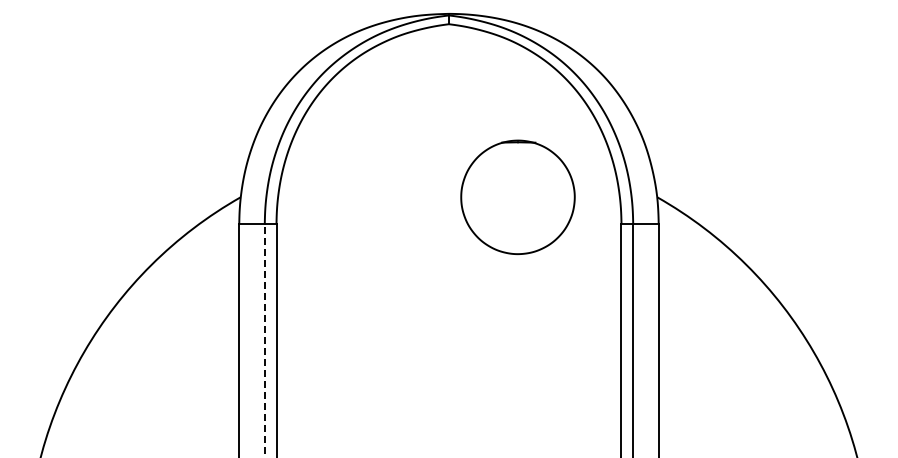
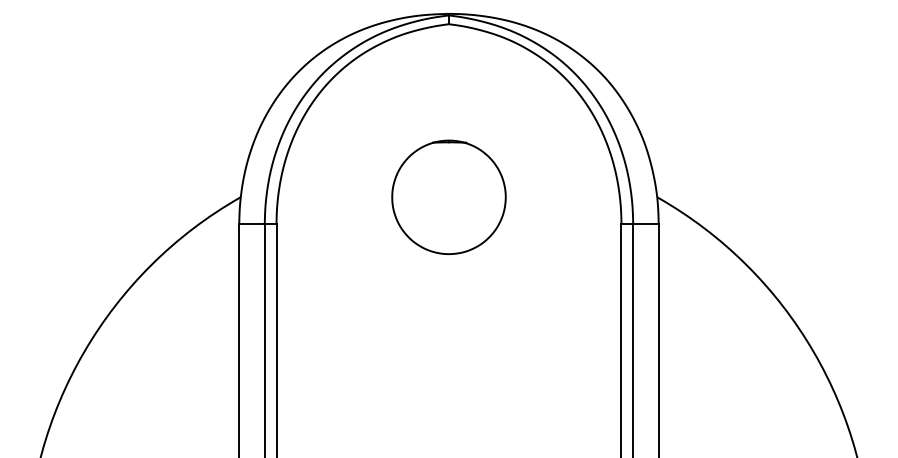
part at (517, 196) position: (517, 196) -> (448, 196)
line at (264, 340): dashed -> solid
